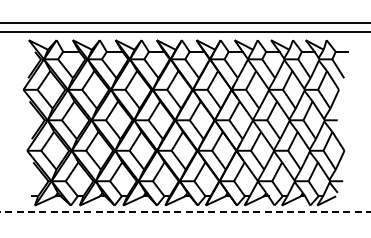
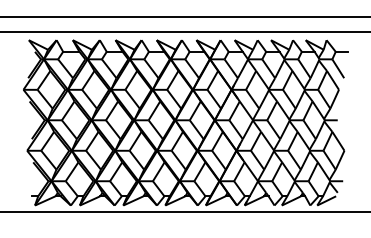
line at (184, 23) position: (184, 23) -> (184, 17)
line at (185, 211): dashed -> solid
